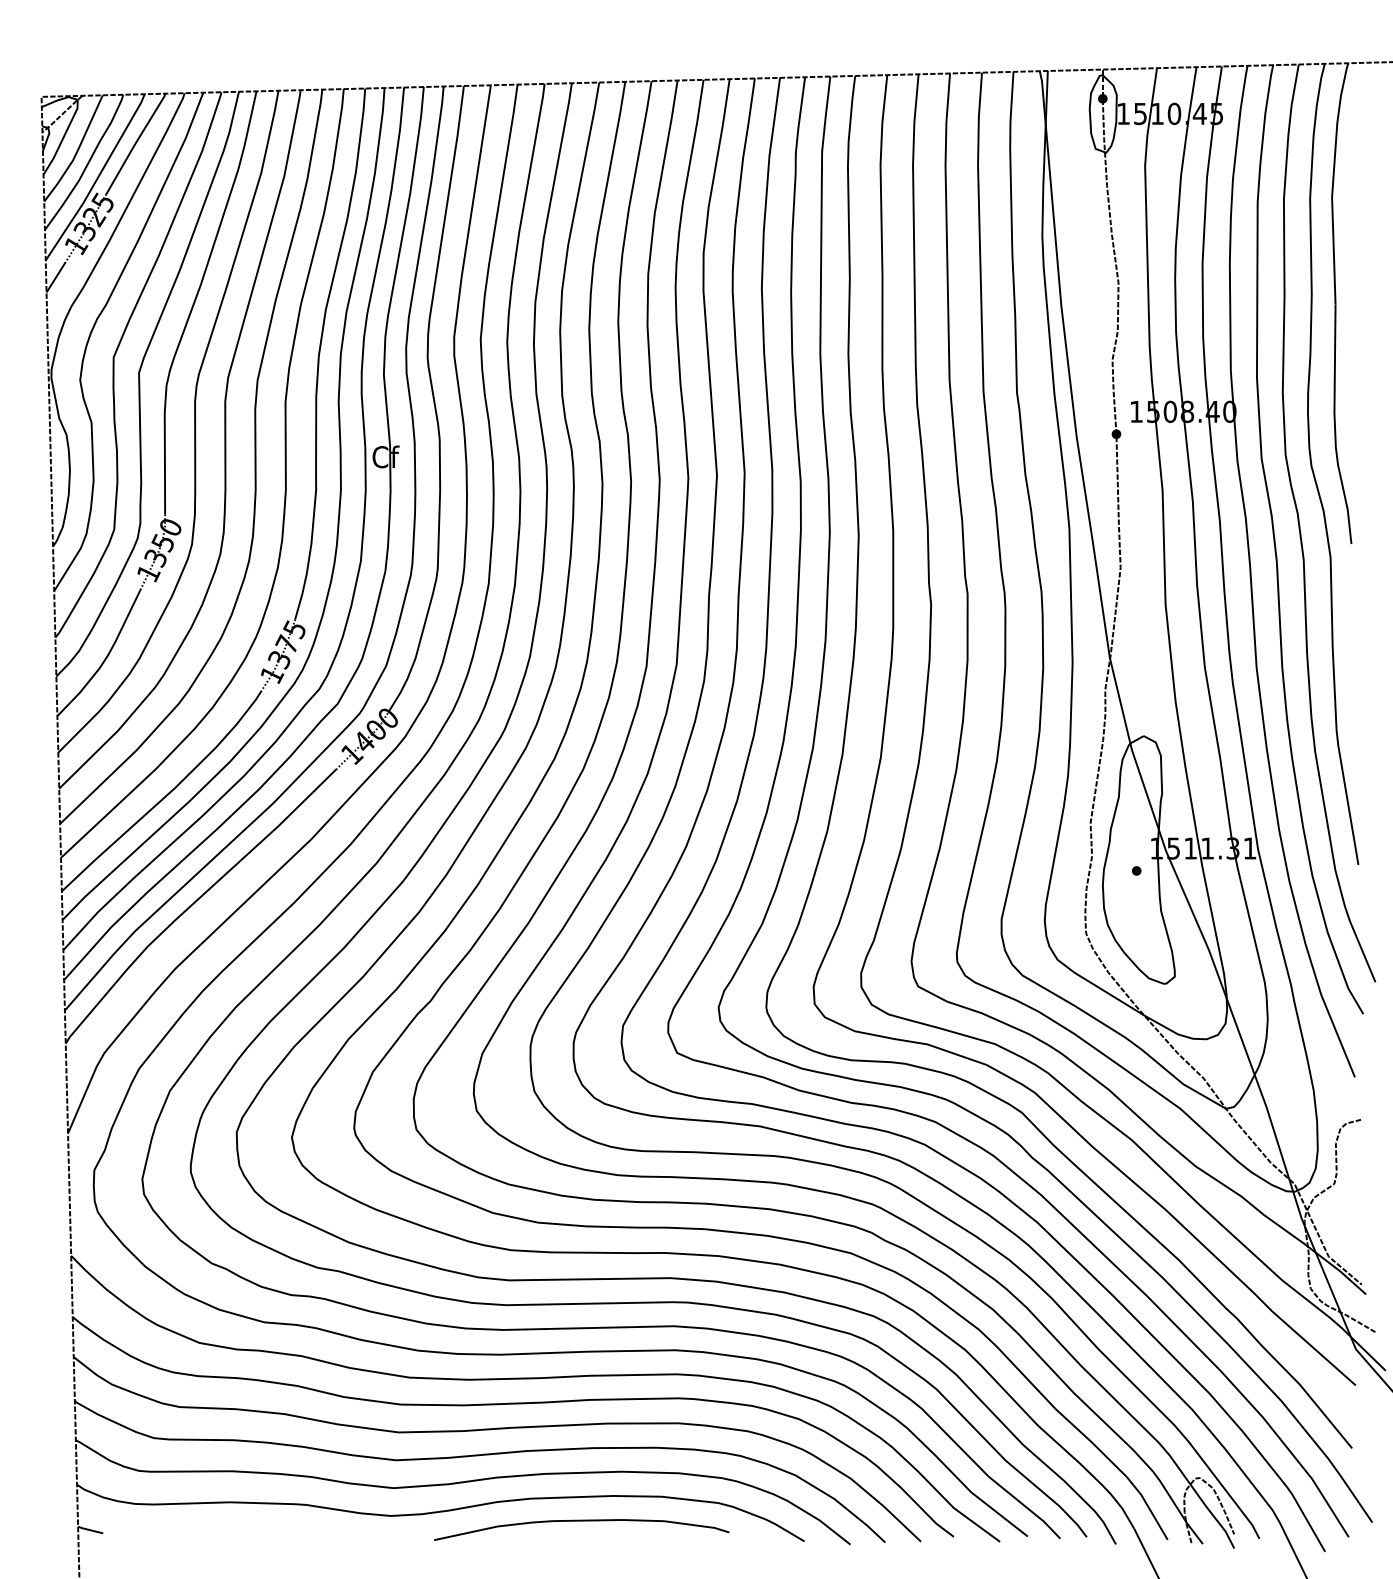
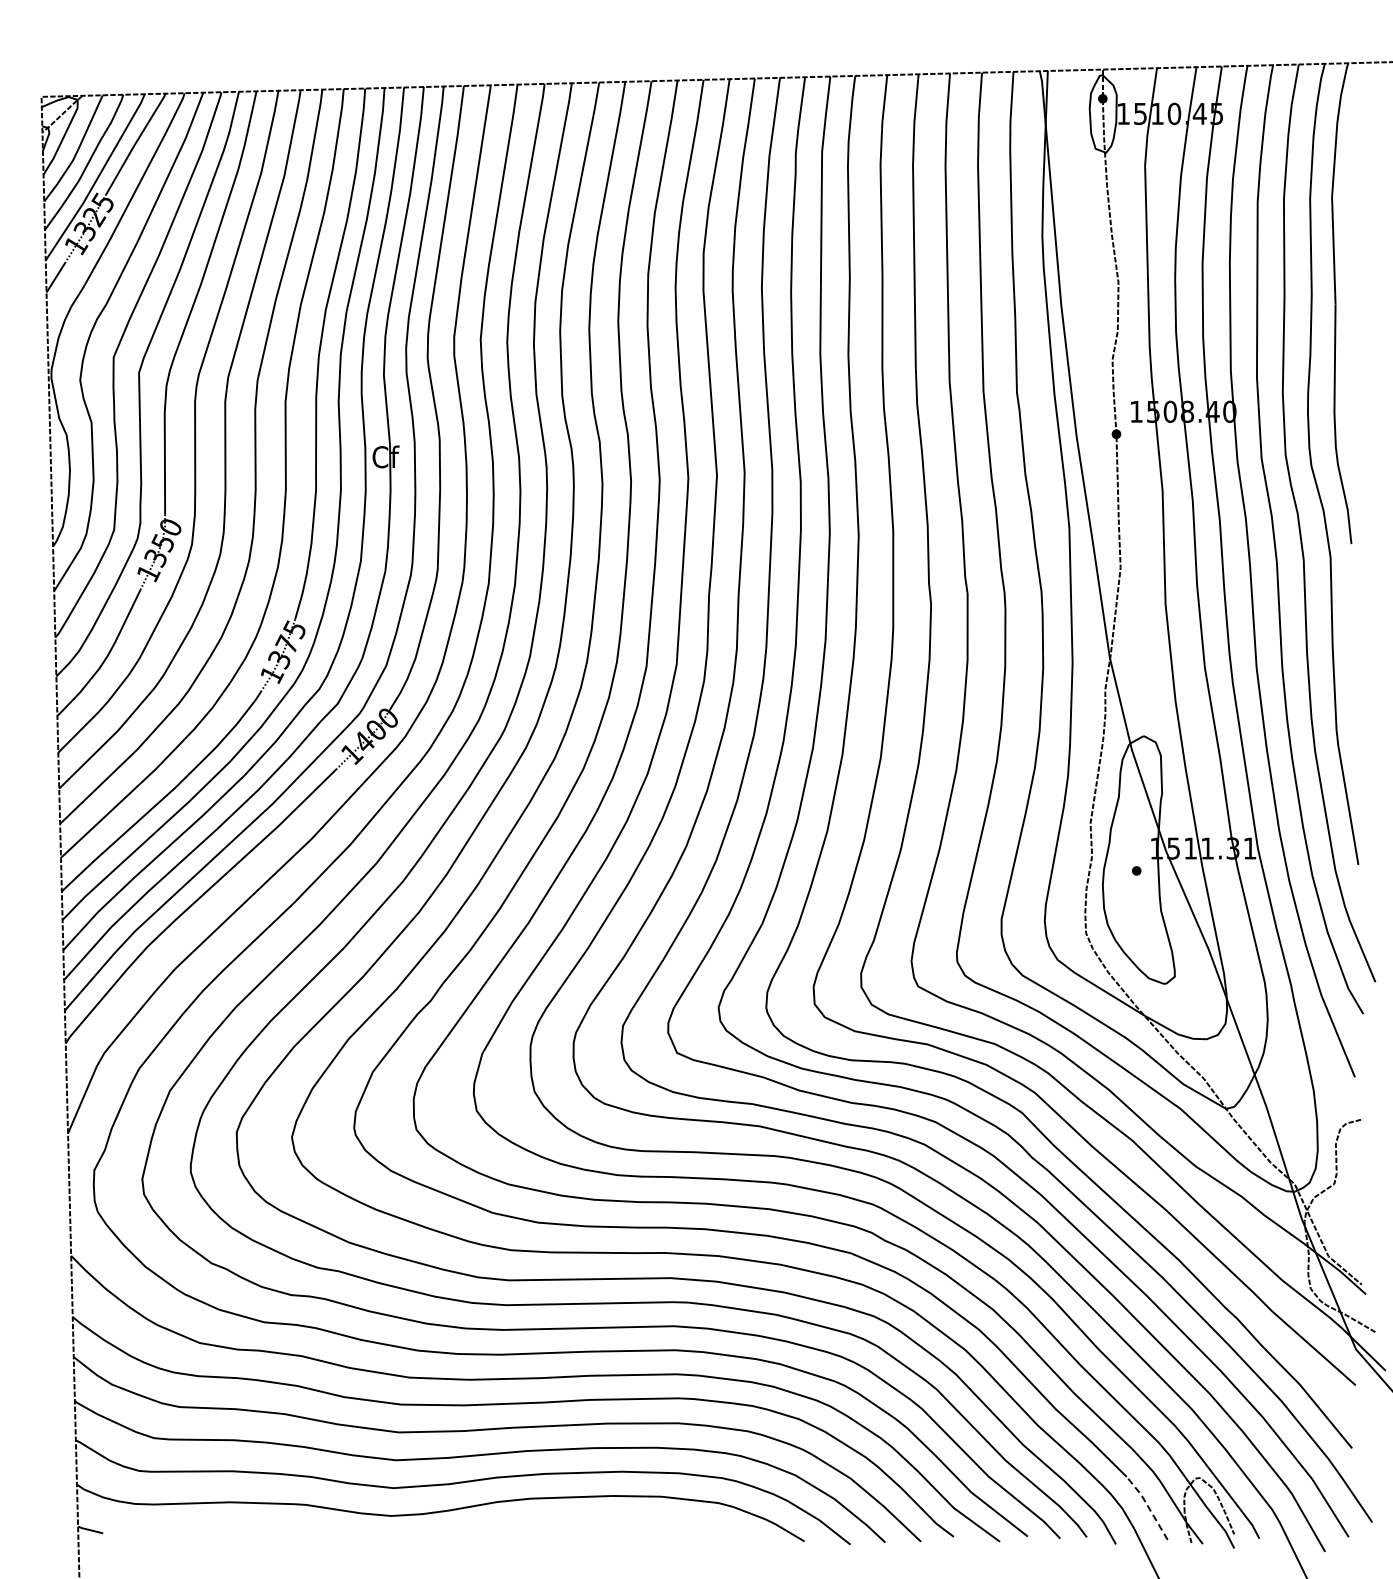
line at (1148, 1506): solid -> dashed
curve at (581, 1521): present -> none
